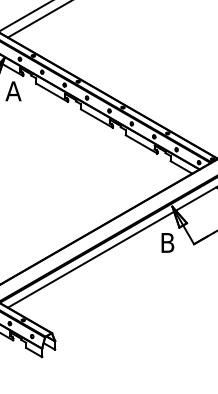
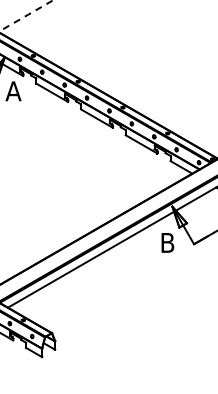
line at (26, 15): solid -> dashed
line at (38, 19): present -> none
